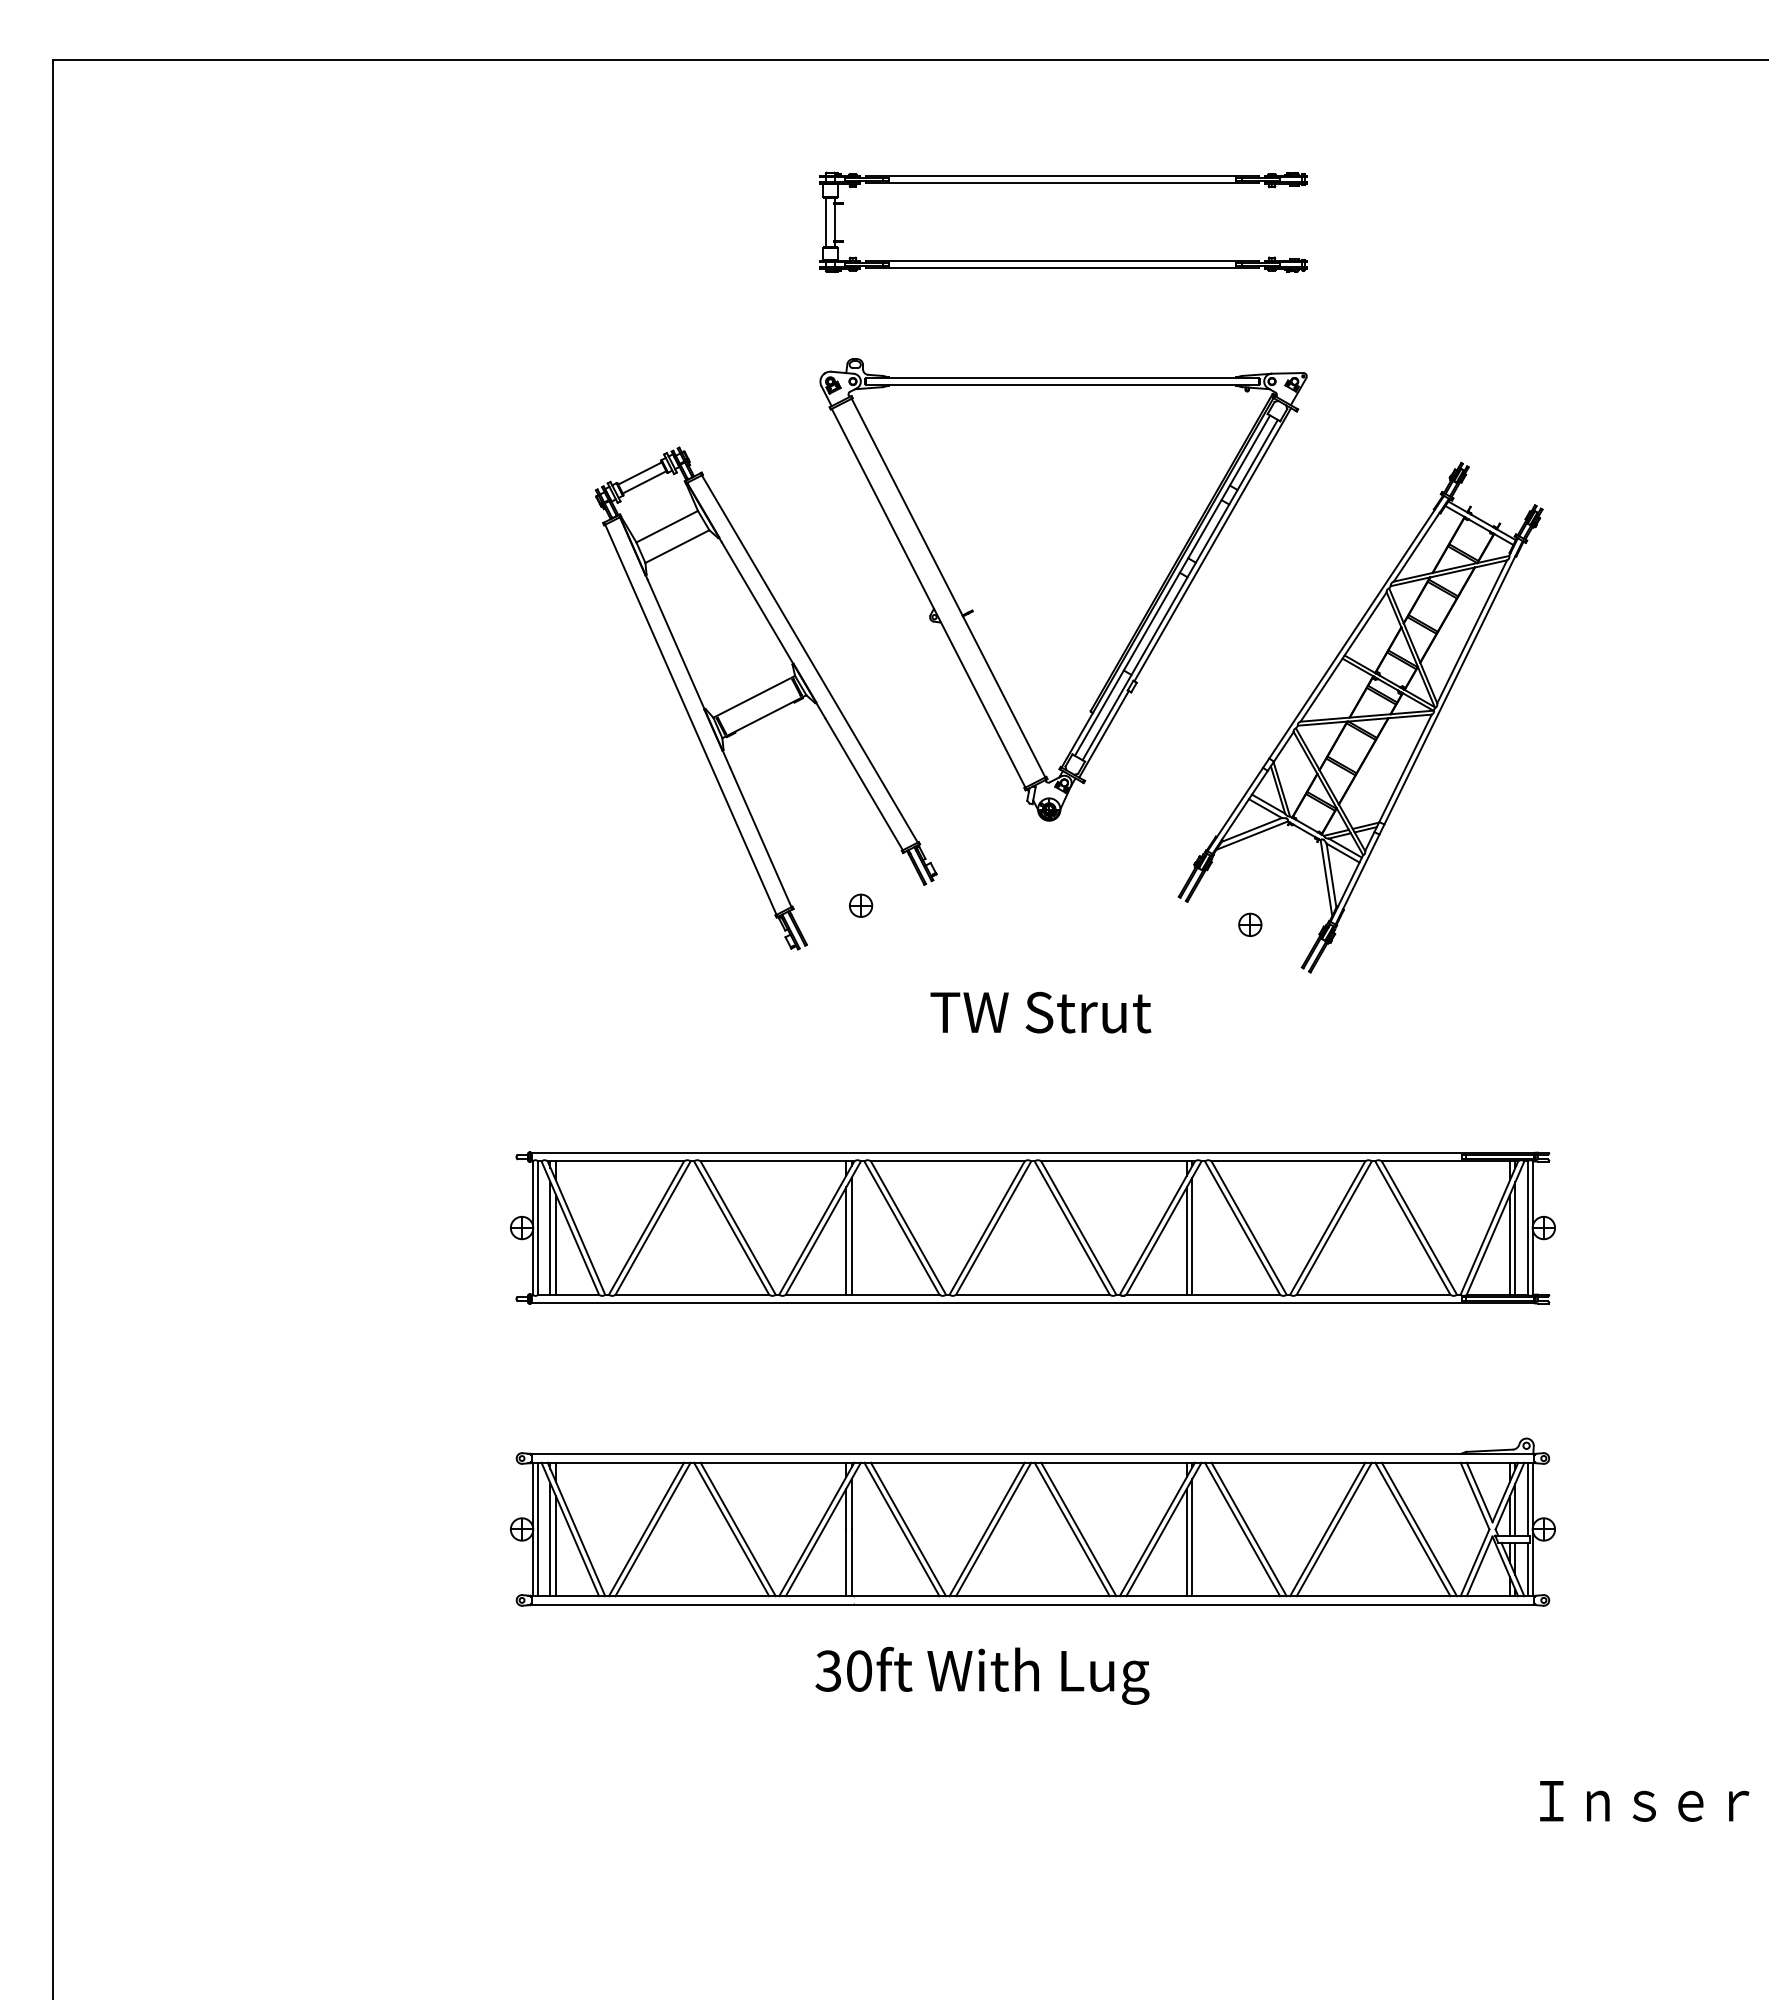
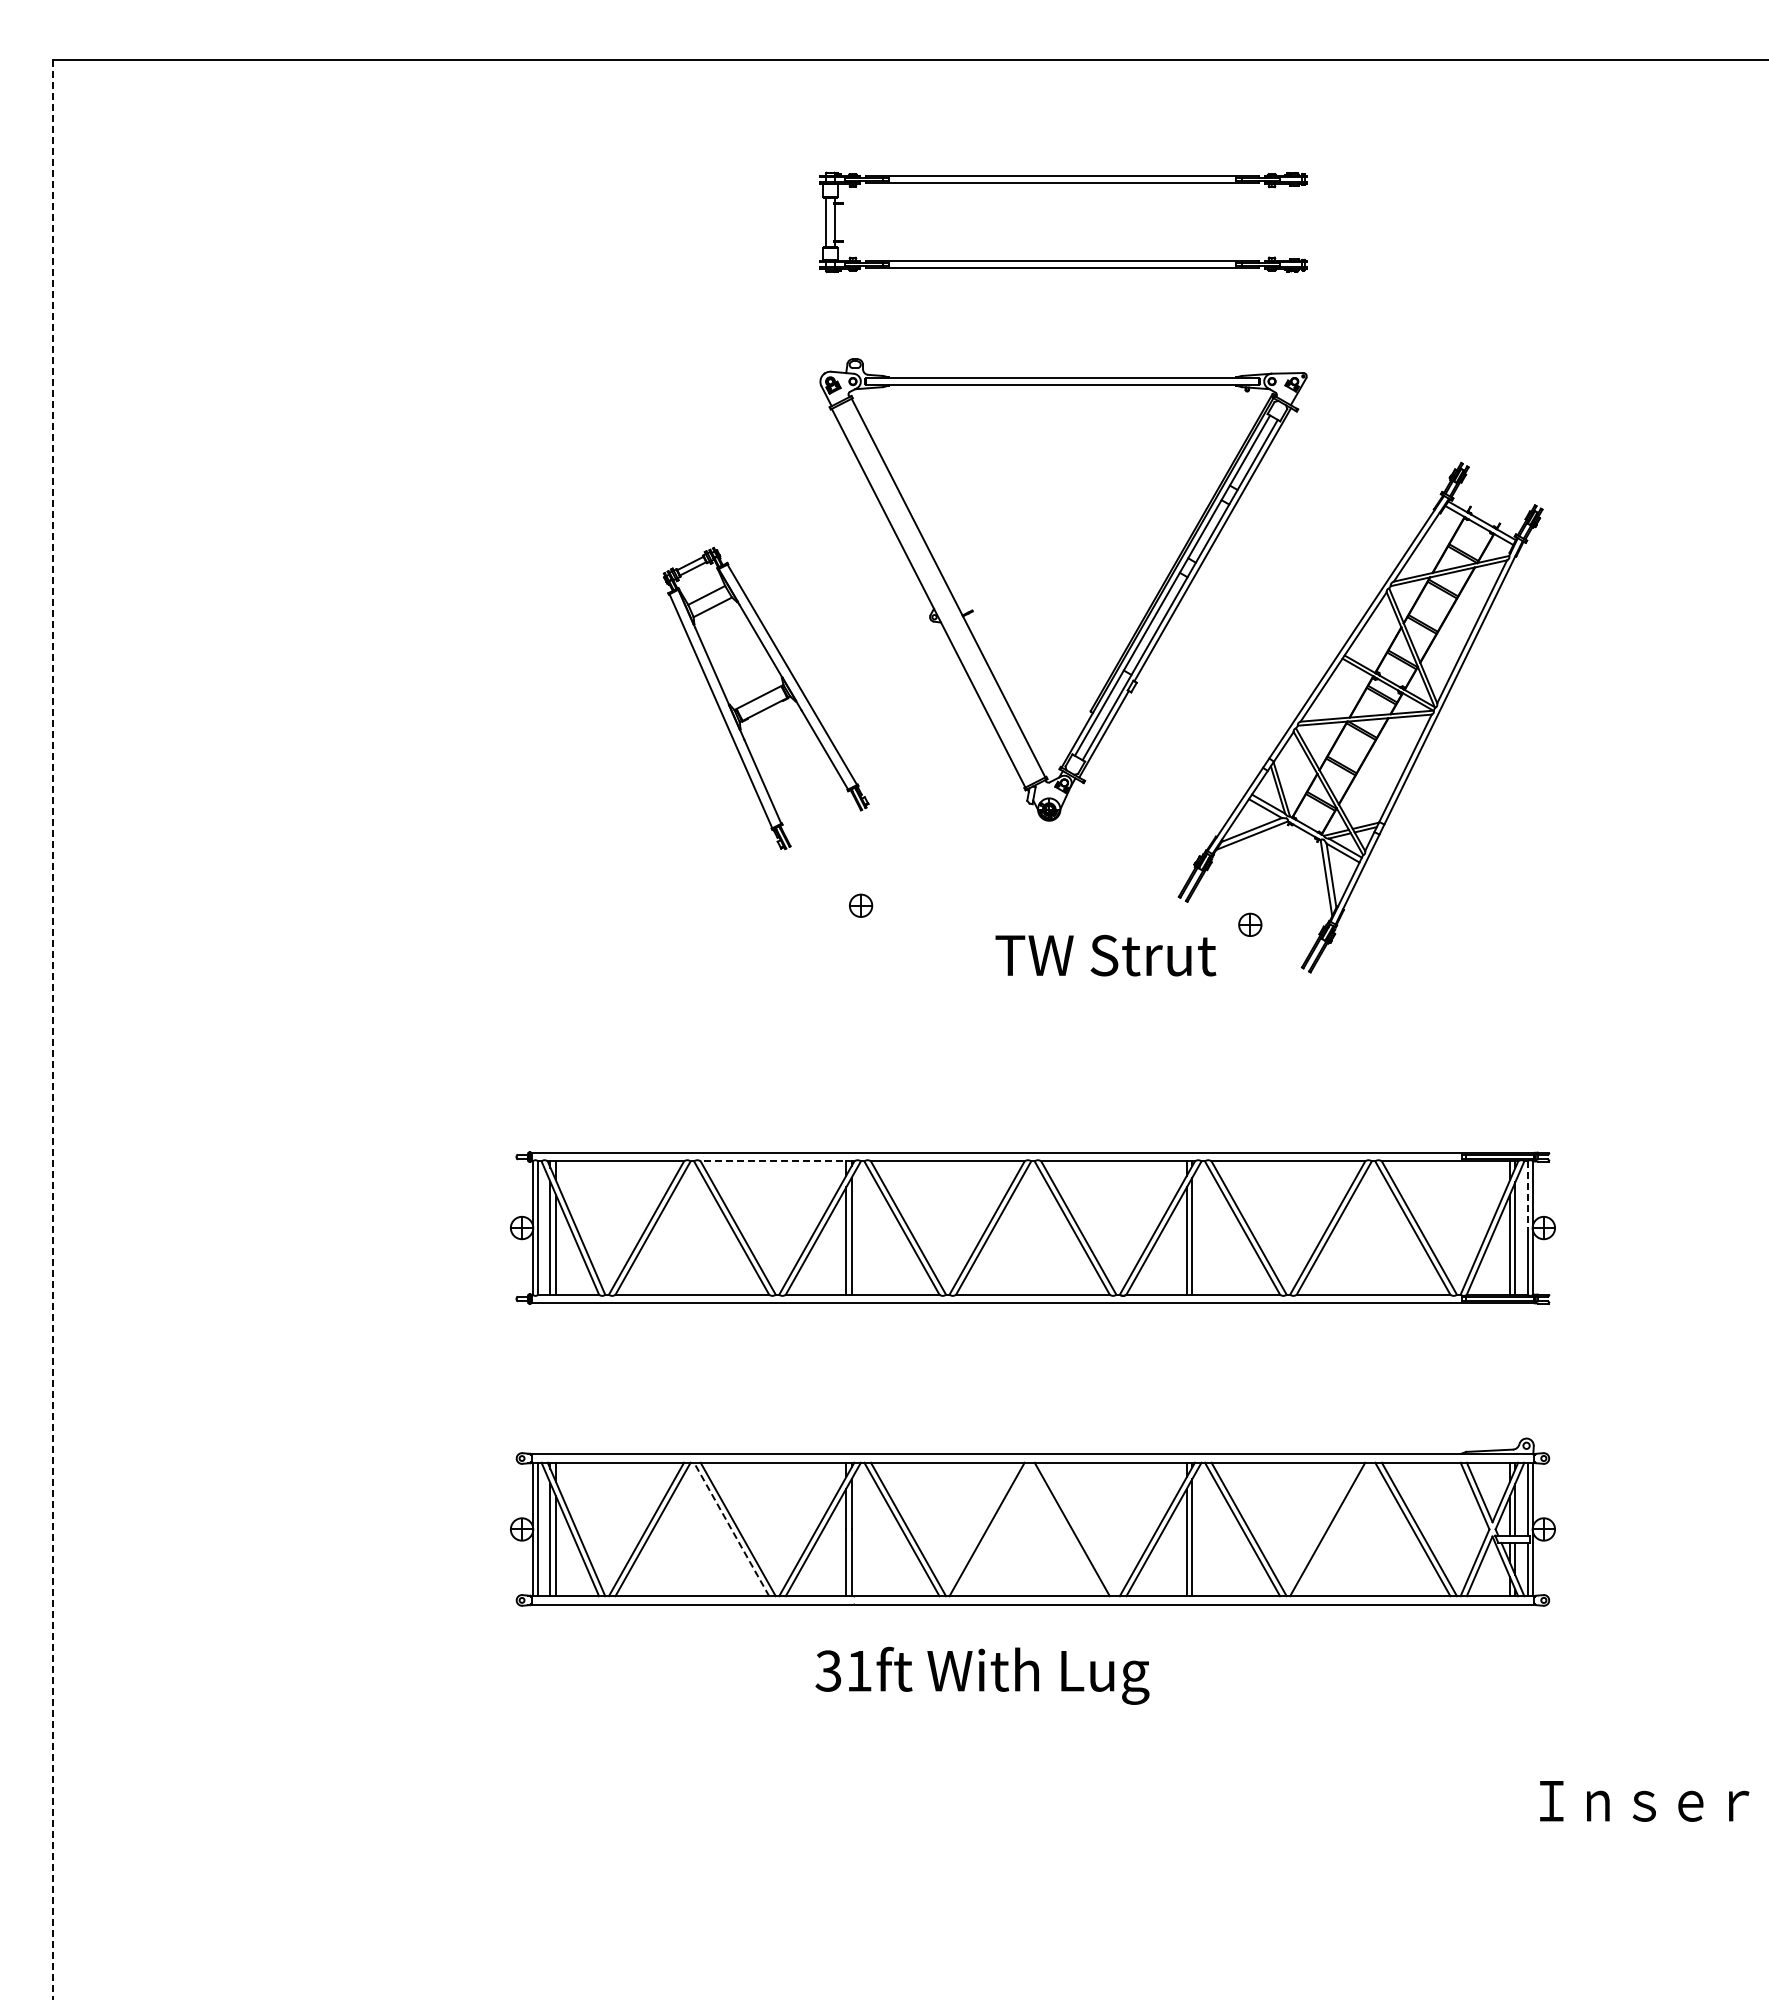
part at (765, 698) size: 344x505 px -> 208x305 px
text at (1040, 1012) position: (1040, 1012) -> (1105, 955)
line at (53, 1029): solid -> dashed
line at (777, 1161): solid -> dashed
line at (1527, 1195): solid -> dashed
line at (731, 1529): solid -> dashed
line at (993, 1529): present -> none
line at (1078, 1529): present -> none
line at (1333, 1529): present -> none
text at (859, 1670): 30ft -> 31ft
